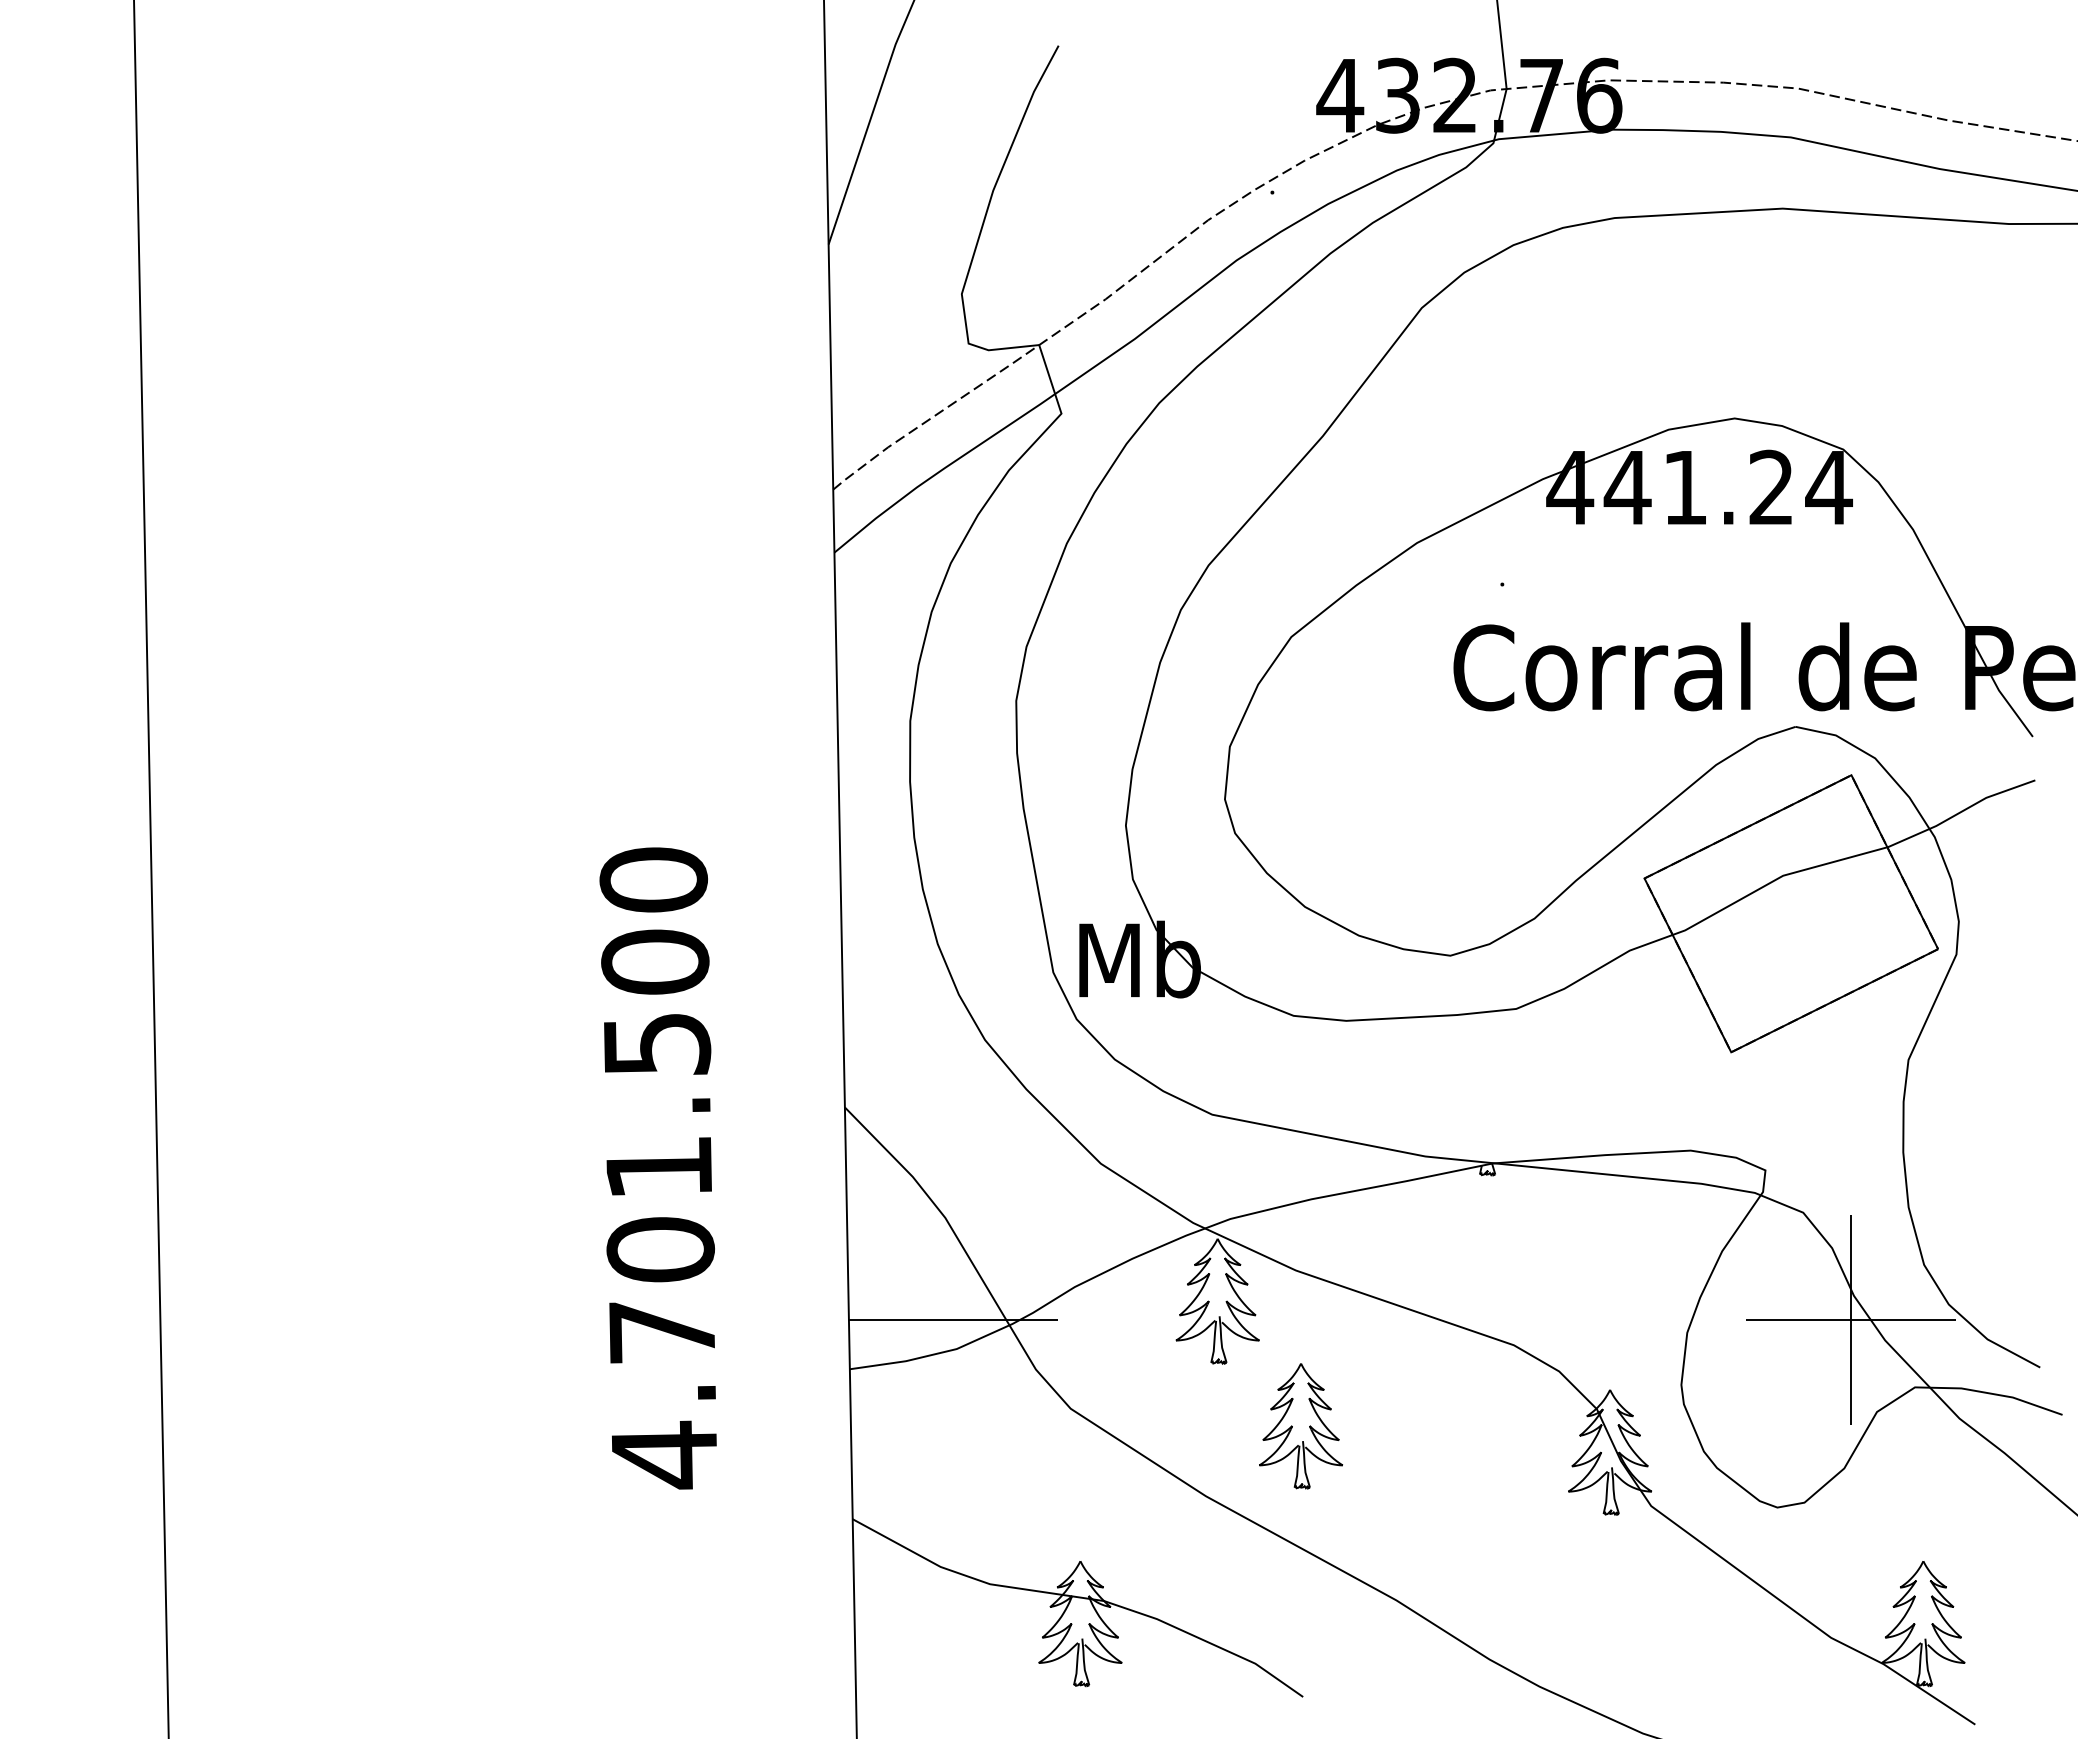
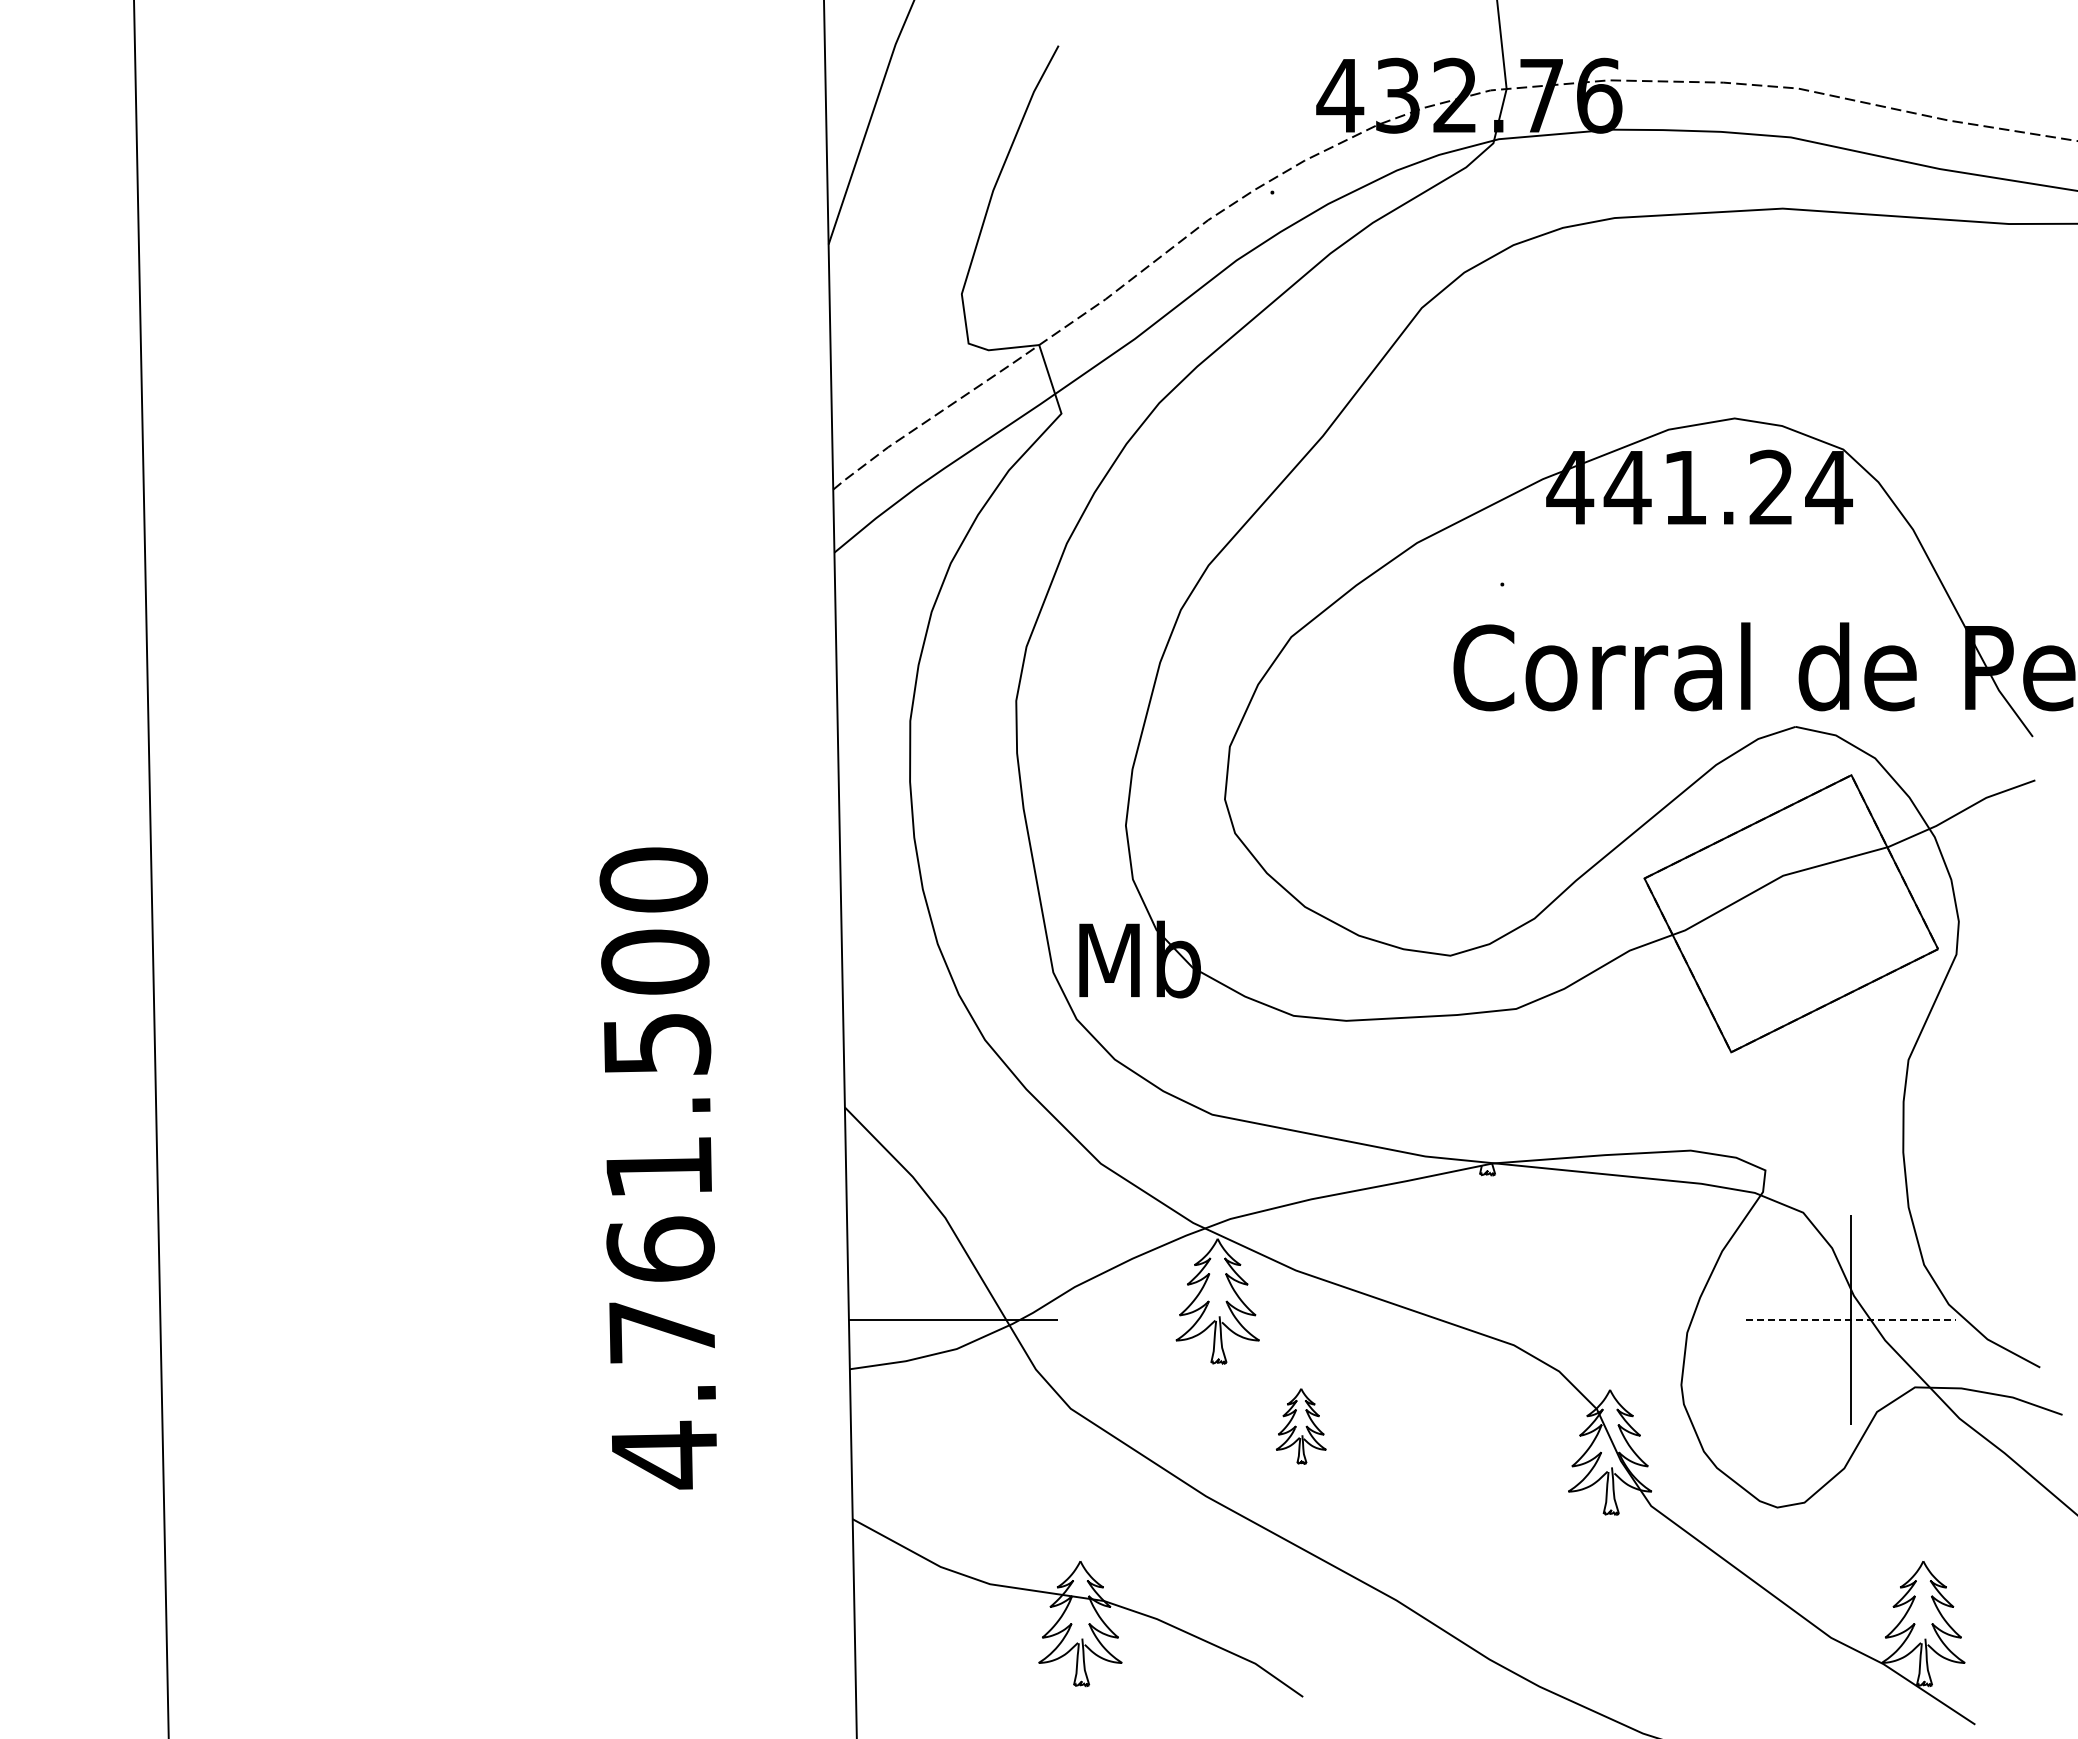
text at (660, 1249): 4.701.500 -> 4.761.500
line at (1851, 1320): solid -> dashed
part at (1301, 1426) size: 85x127 px -> 52x77 px
